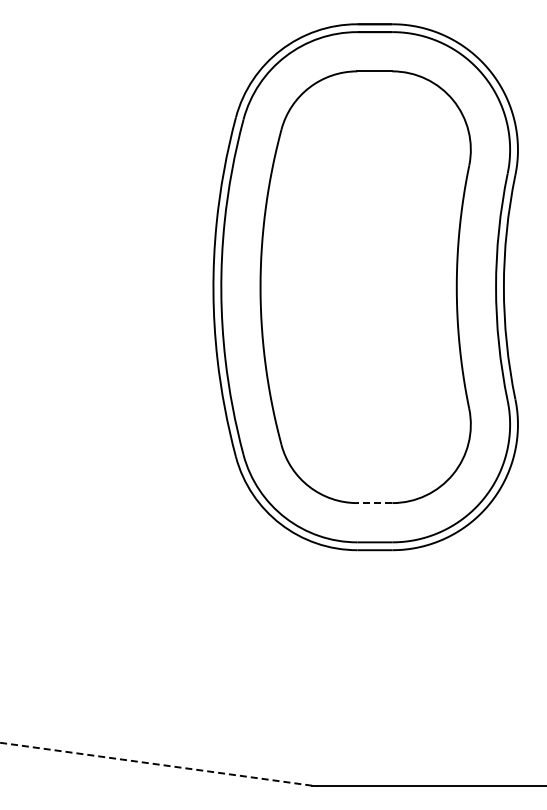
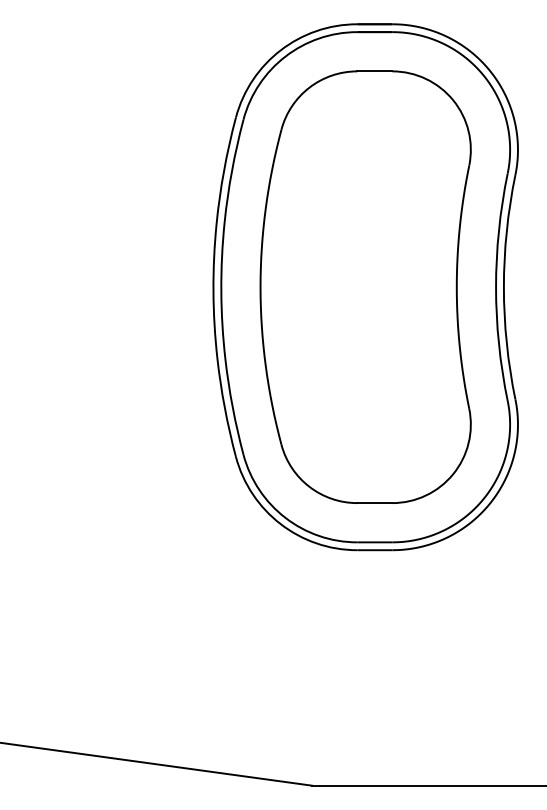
line at (374, 503): dashed -> solid
line at (155, 764): dashed -> solid
